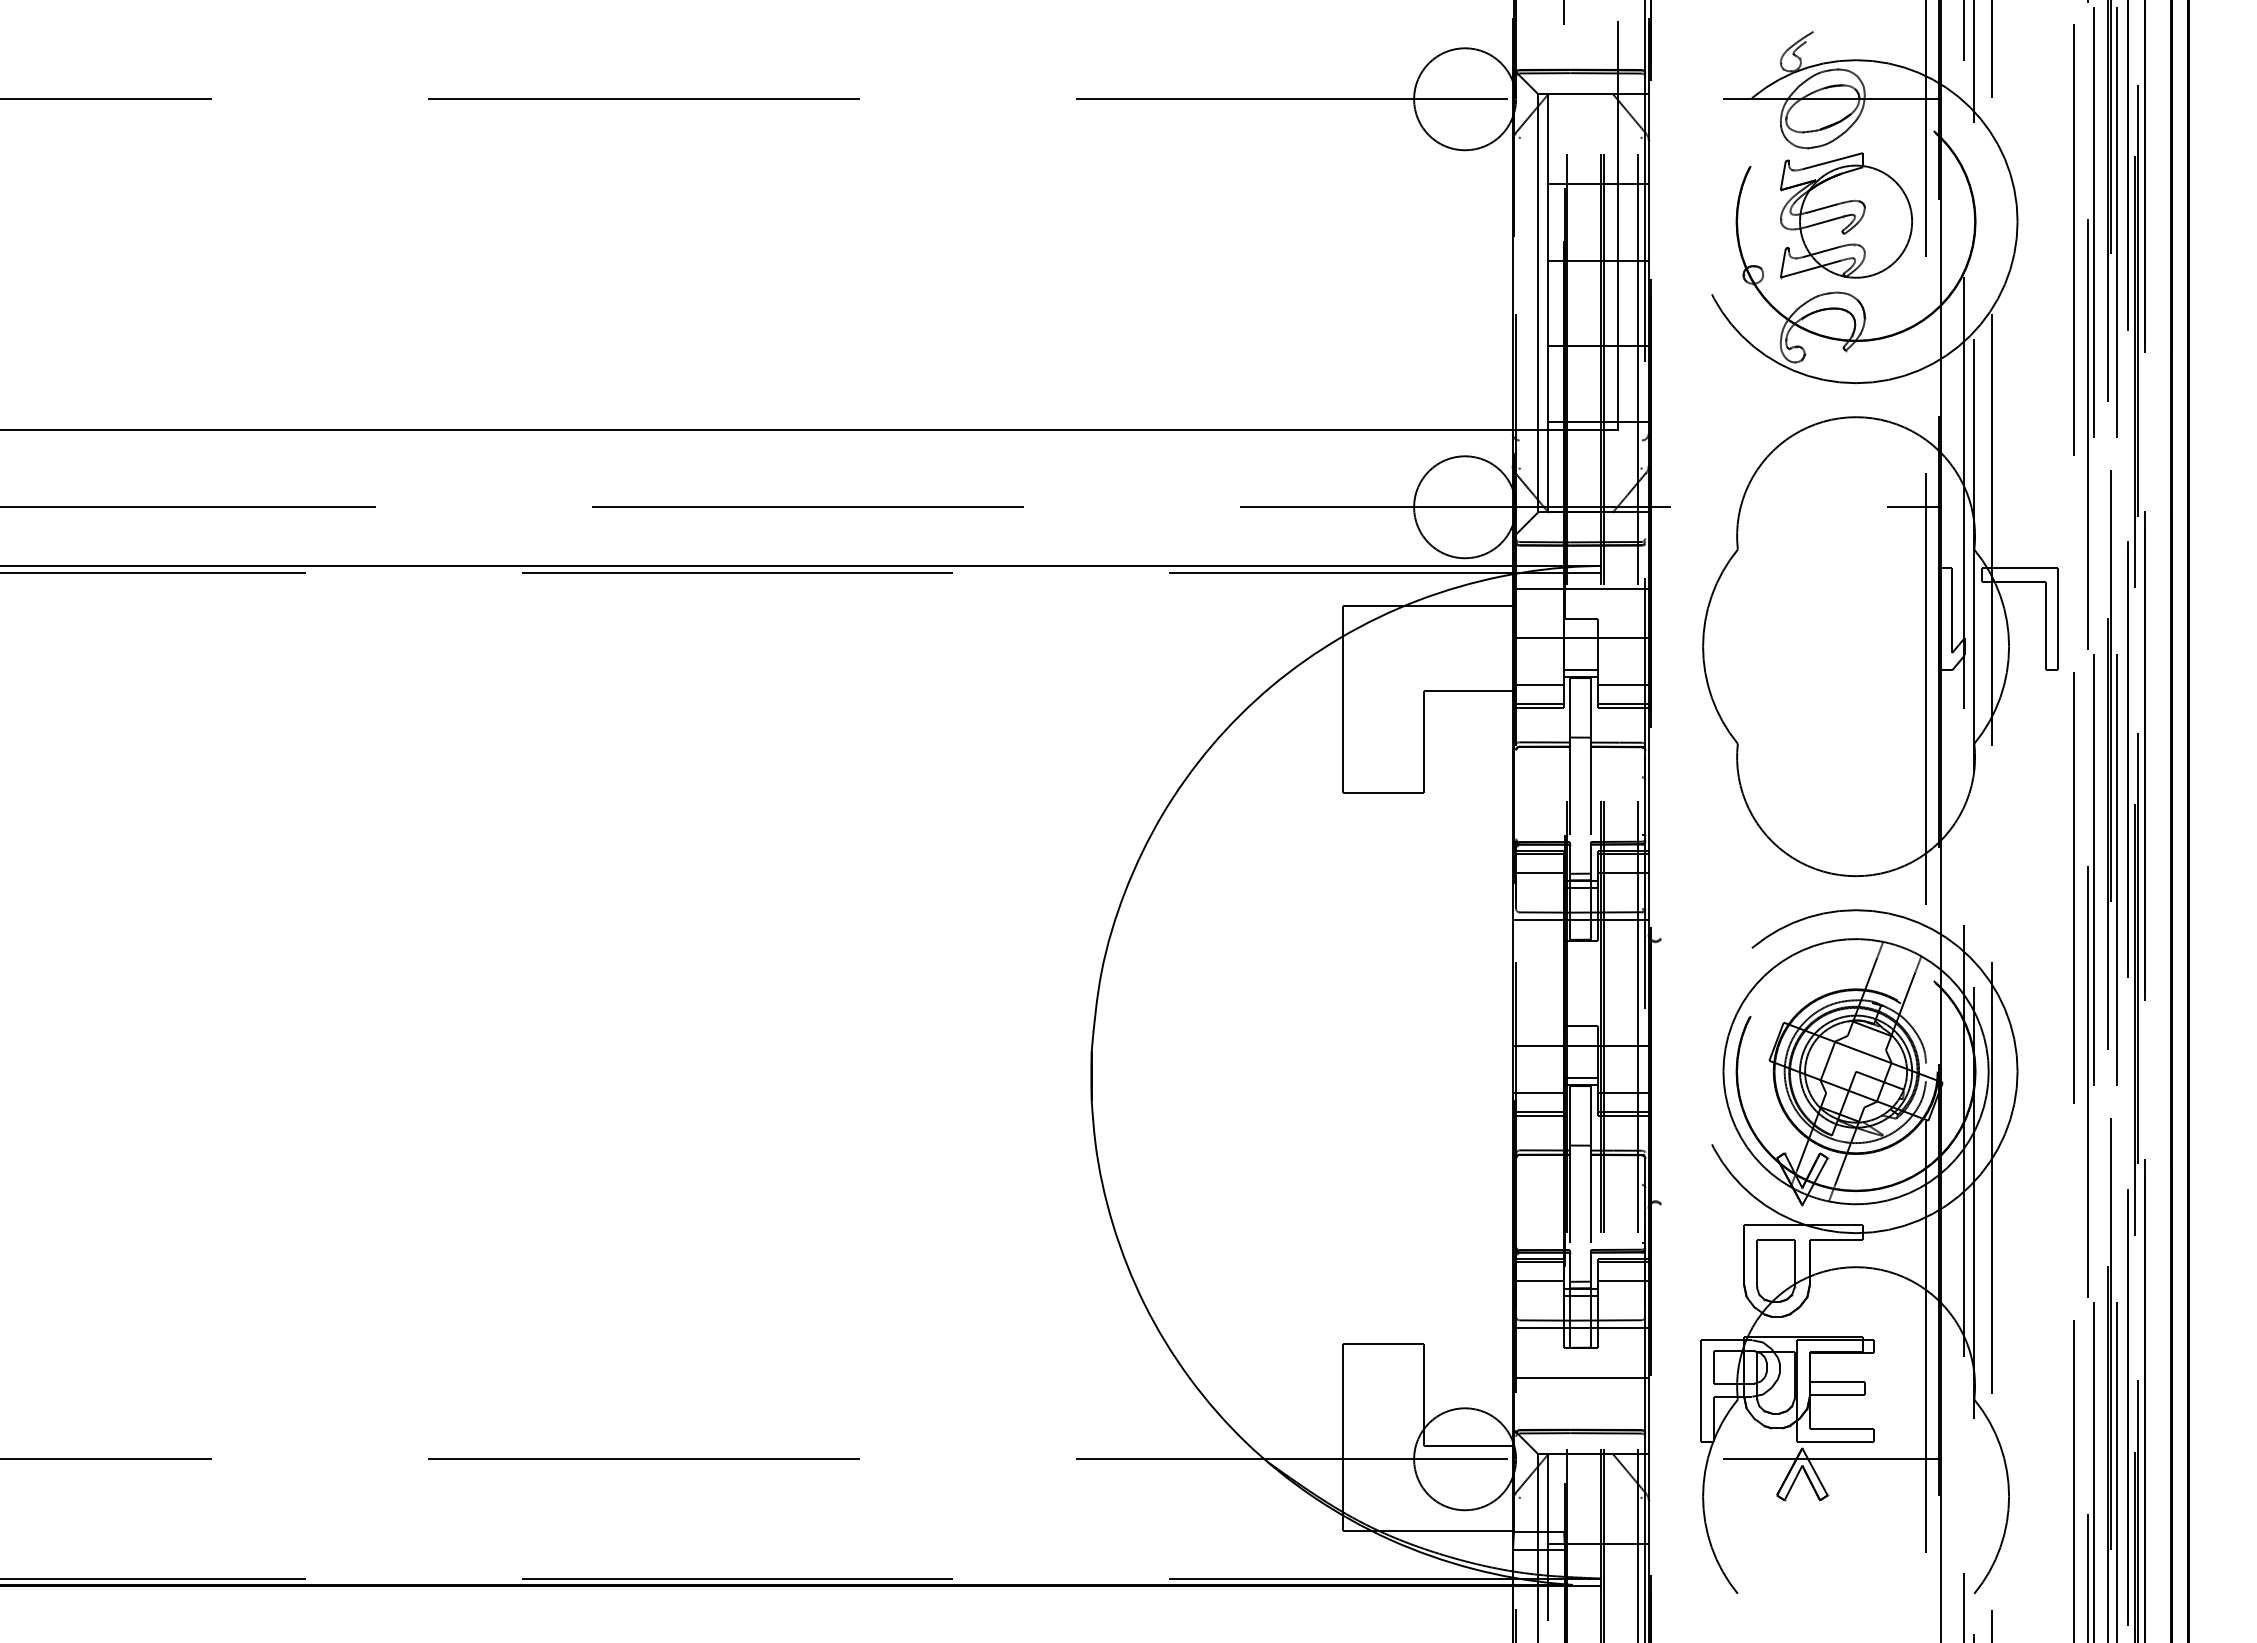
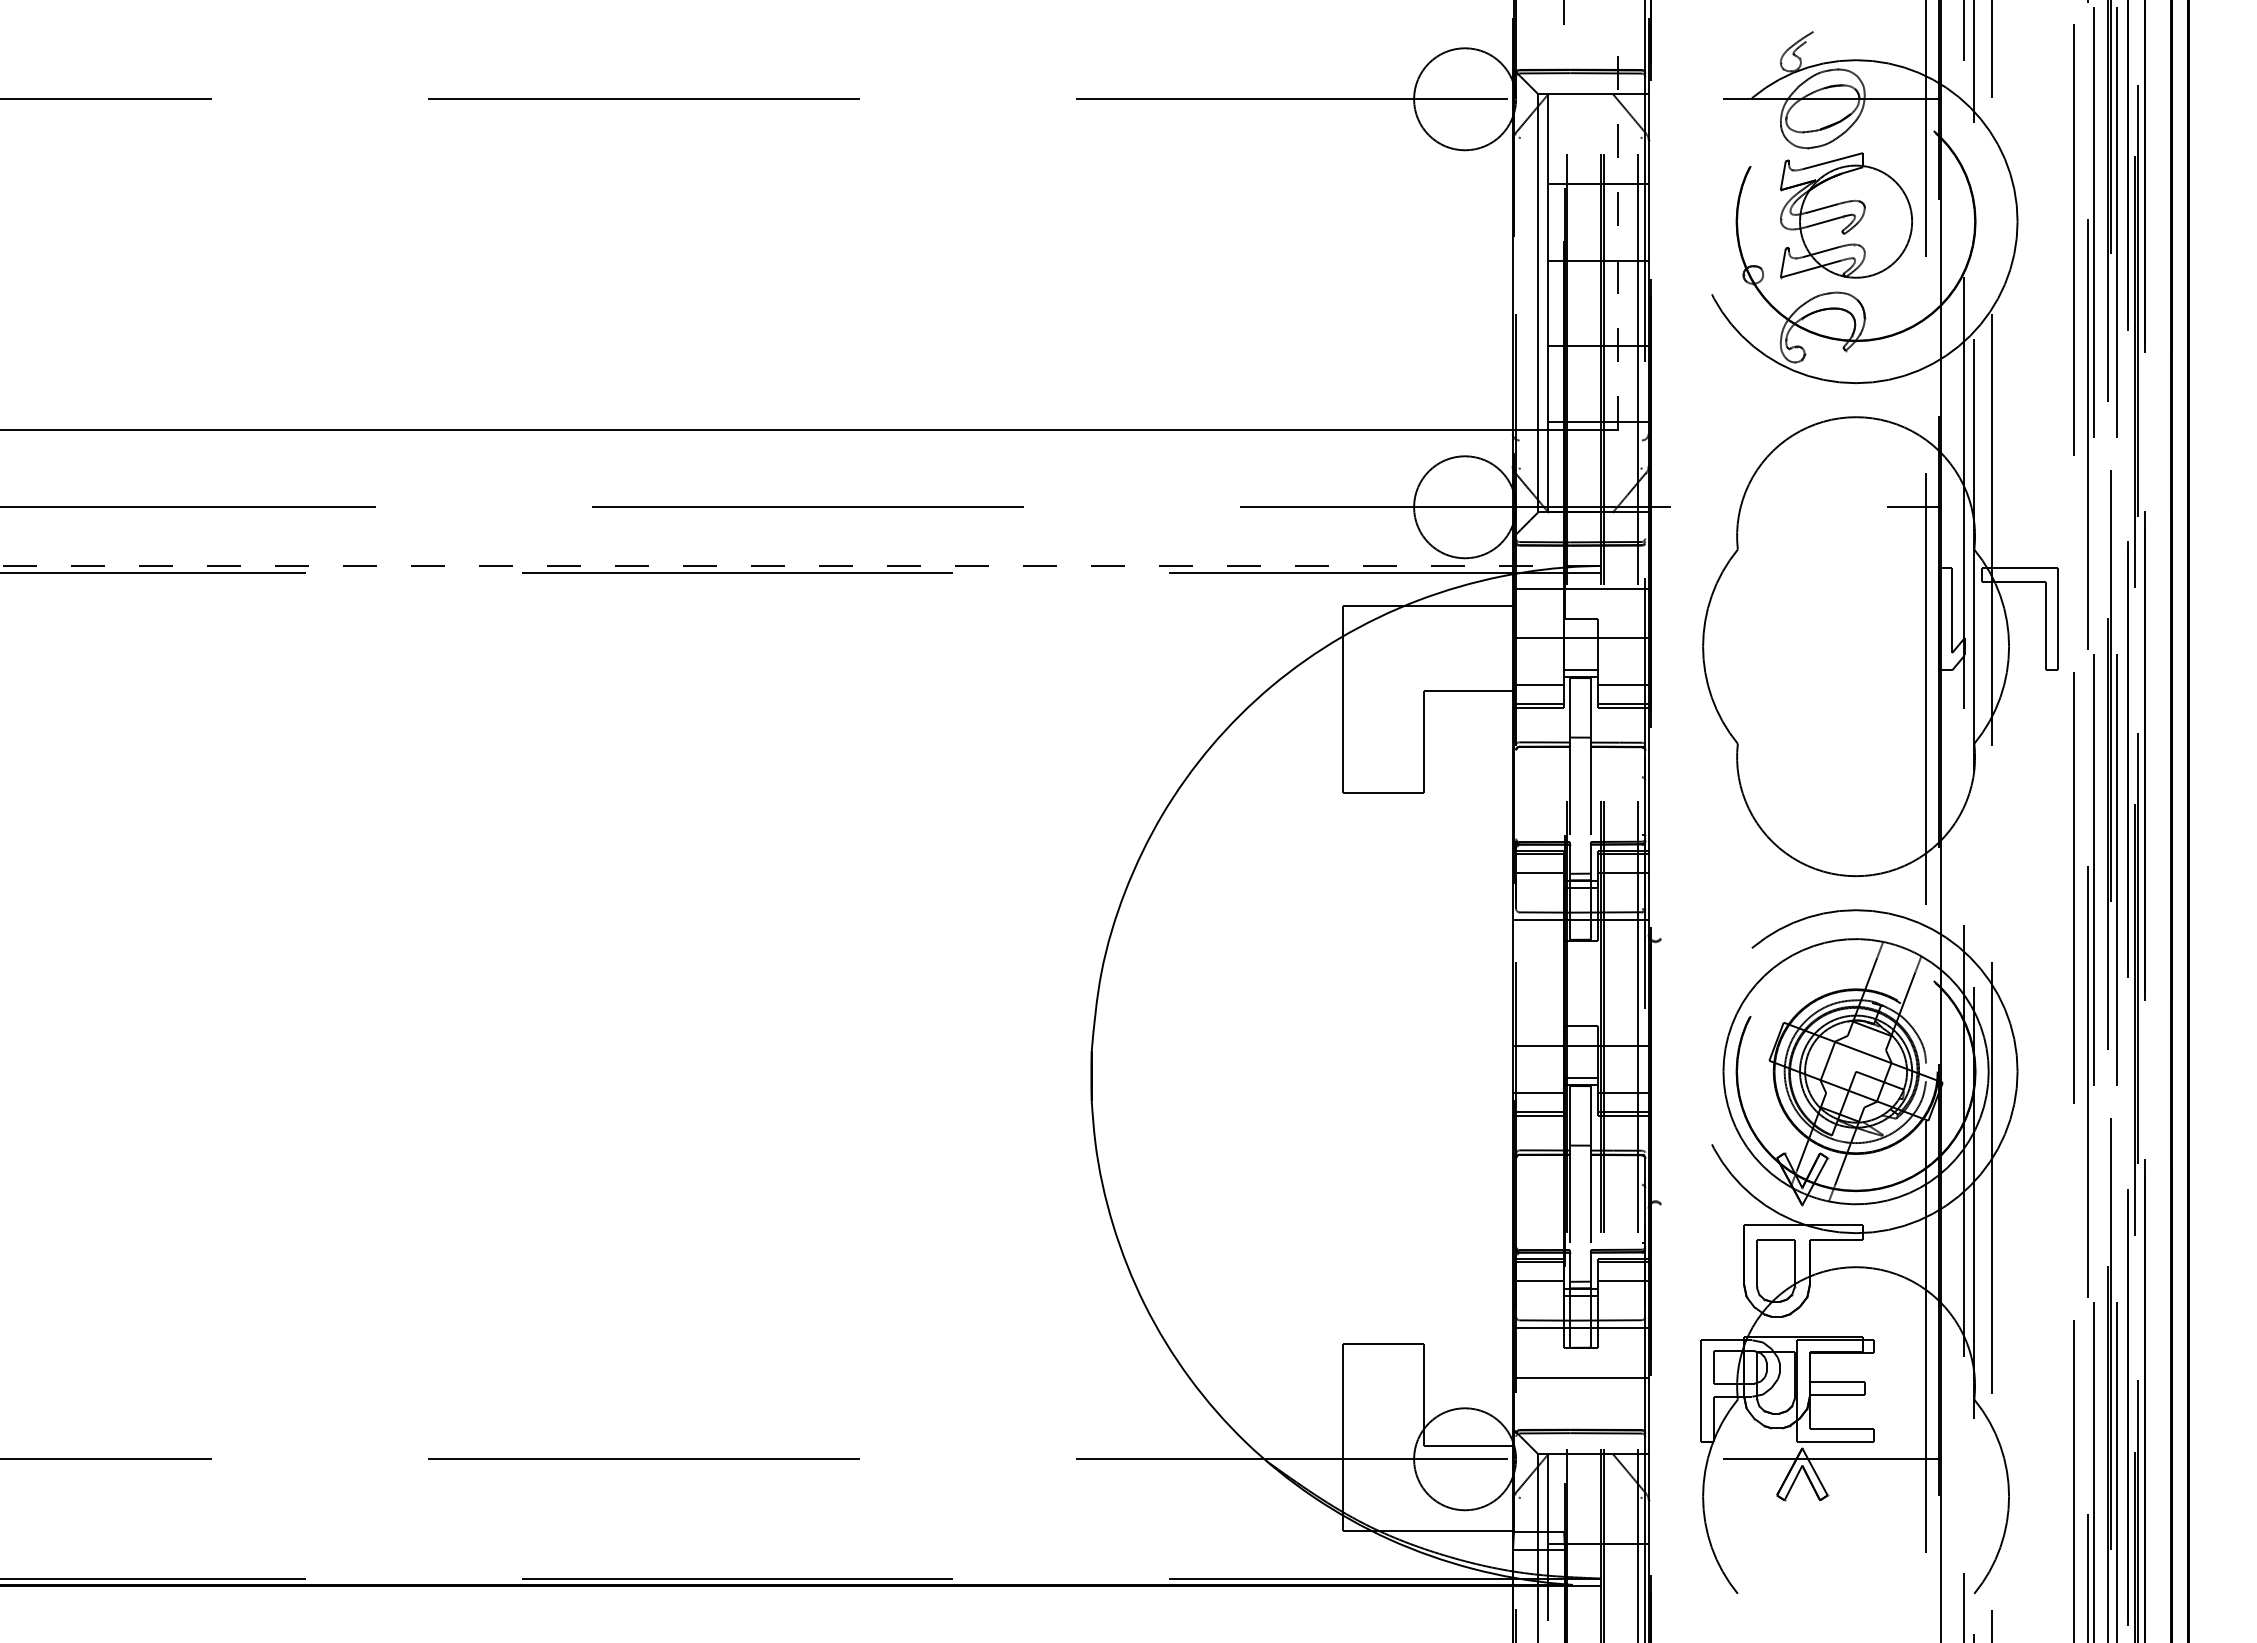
line at (1618, 225): solid -> dashed
line at (800, 565): solid -> dashed
